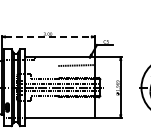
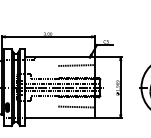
line at (48, 36): dashed -> solid
line at (76, 106): none -> present
